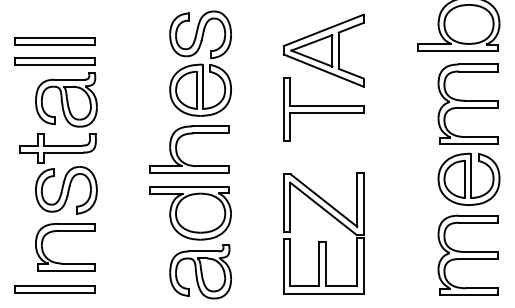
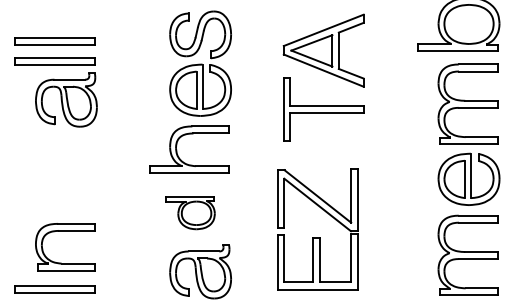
part at (58, 173): present -> none
part at (190, 213) size: 83x55 px -> 51x35 px
part at (323, 241) position: (323, 241) -> (317, 237)
